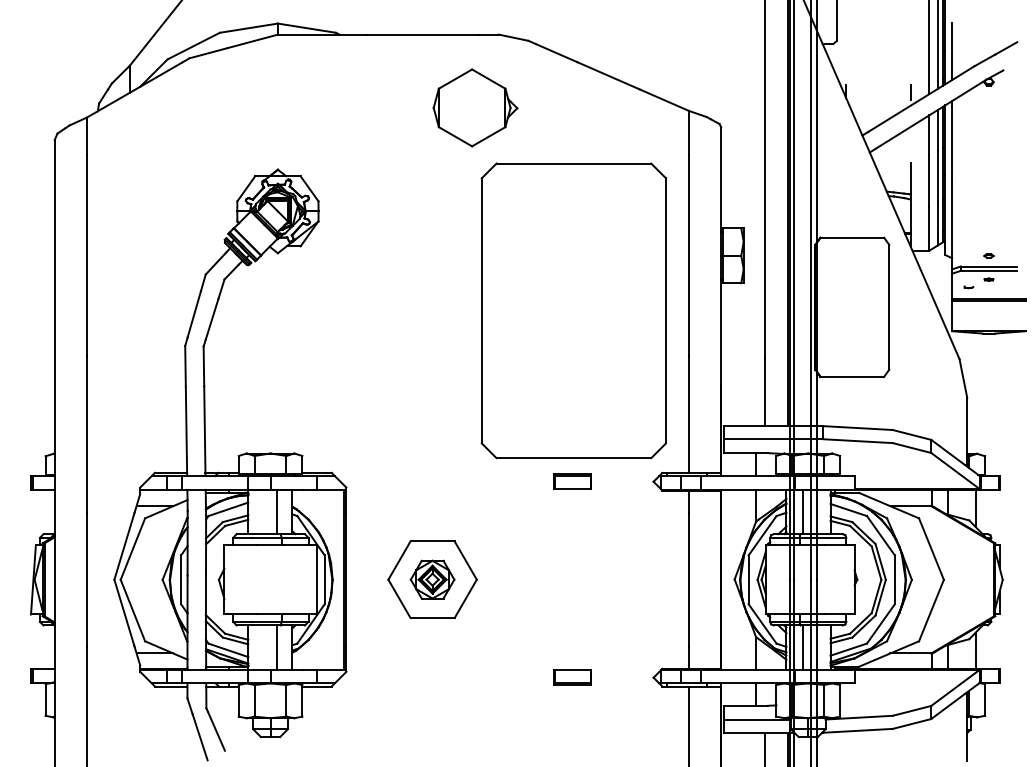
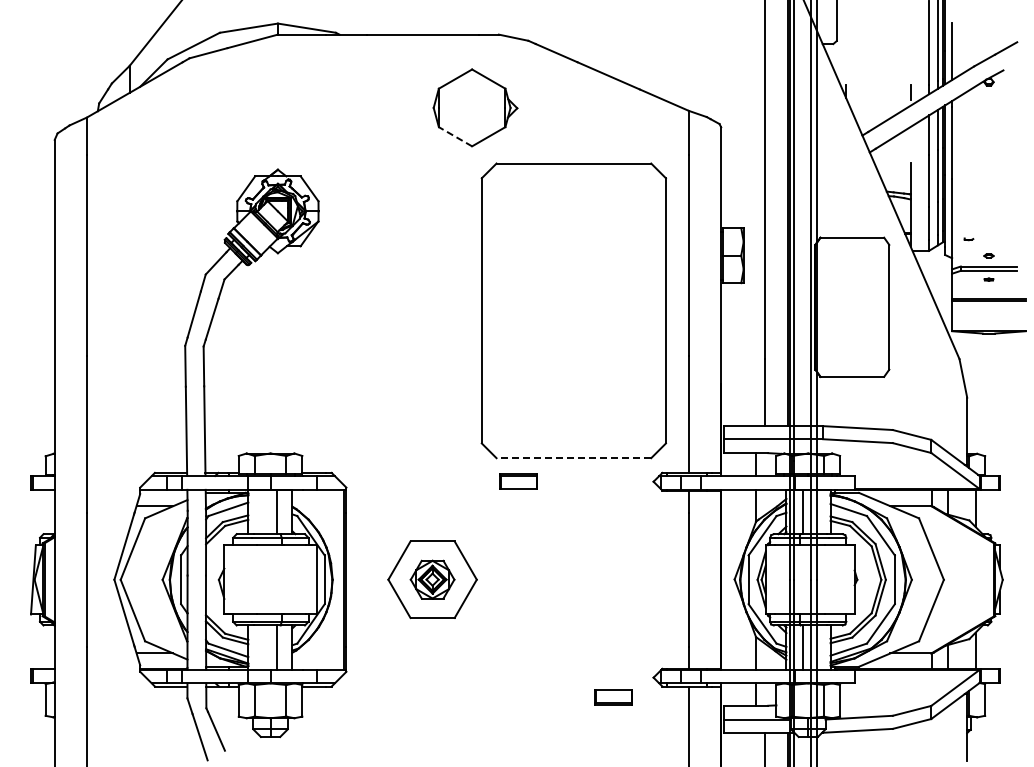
line at (455, 136): solid -> dashed
part at (968, 287) position: (968, 287) -> (968, 239)
line at (573, 458): solid -> dashed
part at (572, 481) position: (572, 481) -> (518, 481)
part at (572, 677) position: (572, 677) -> (613, 697)
